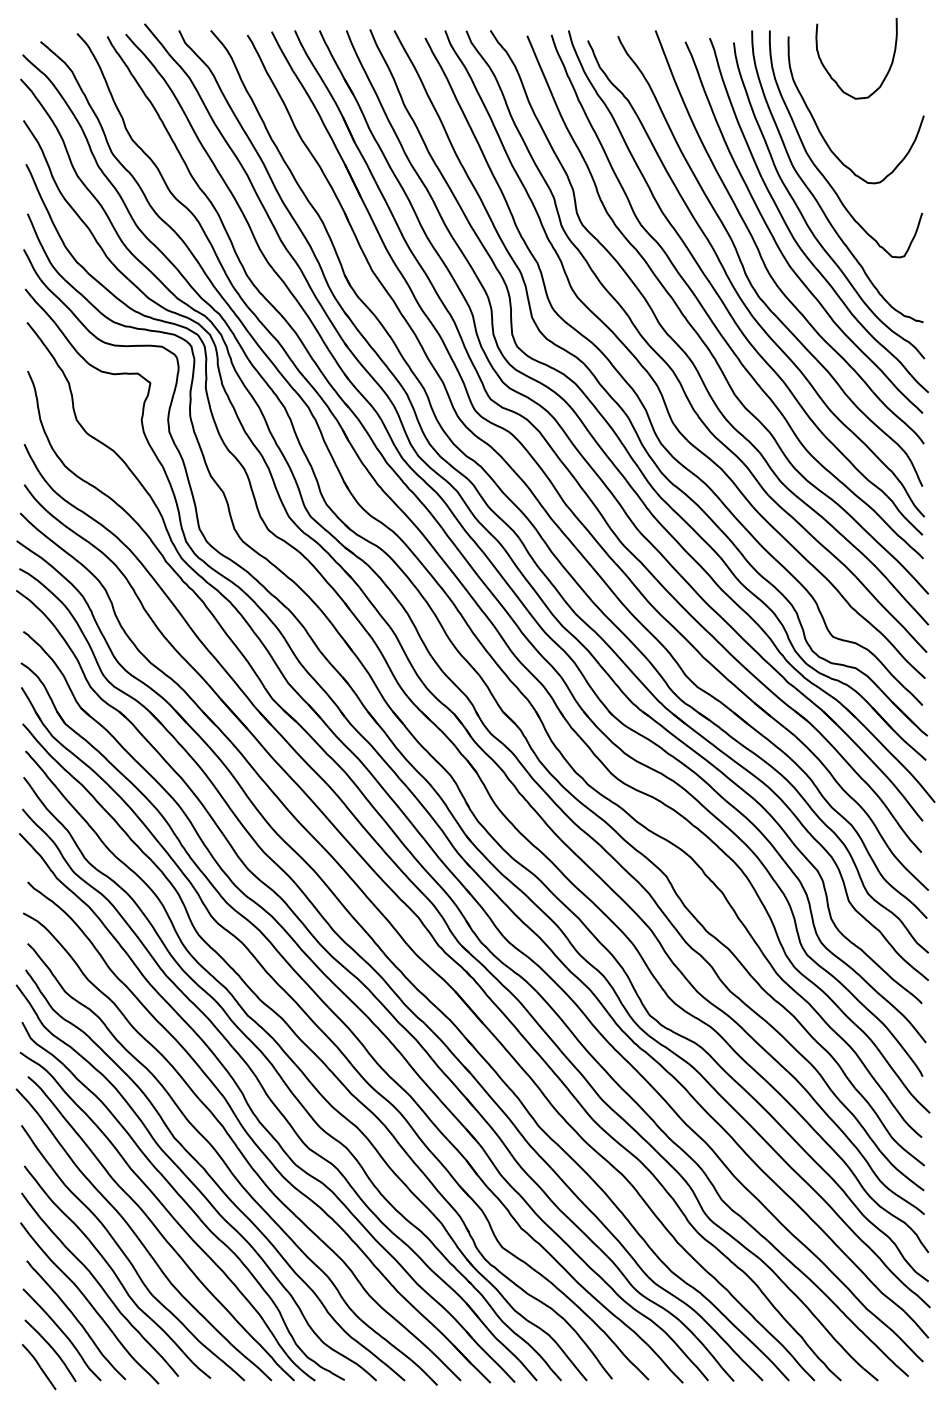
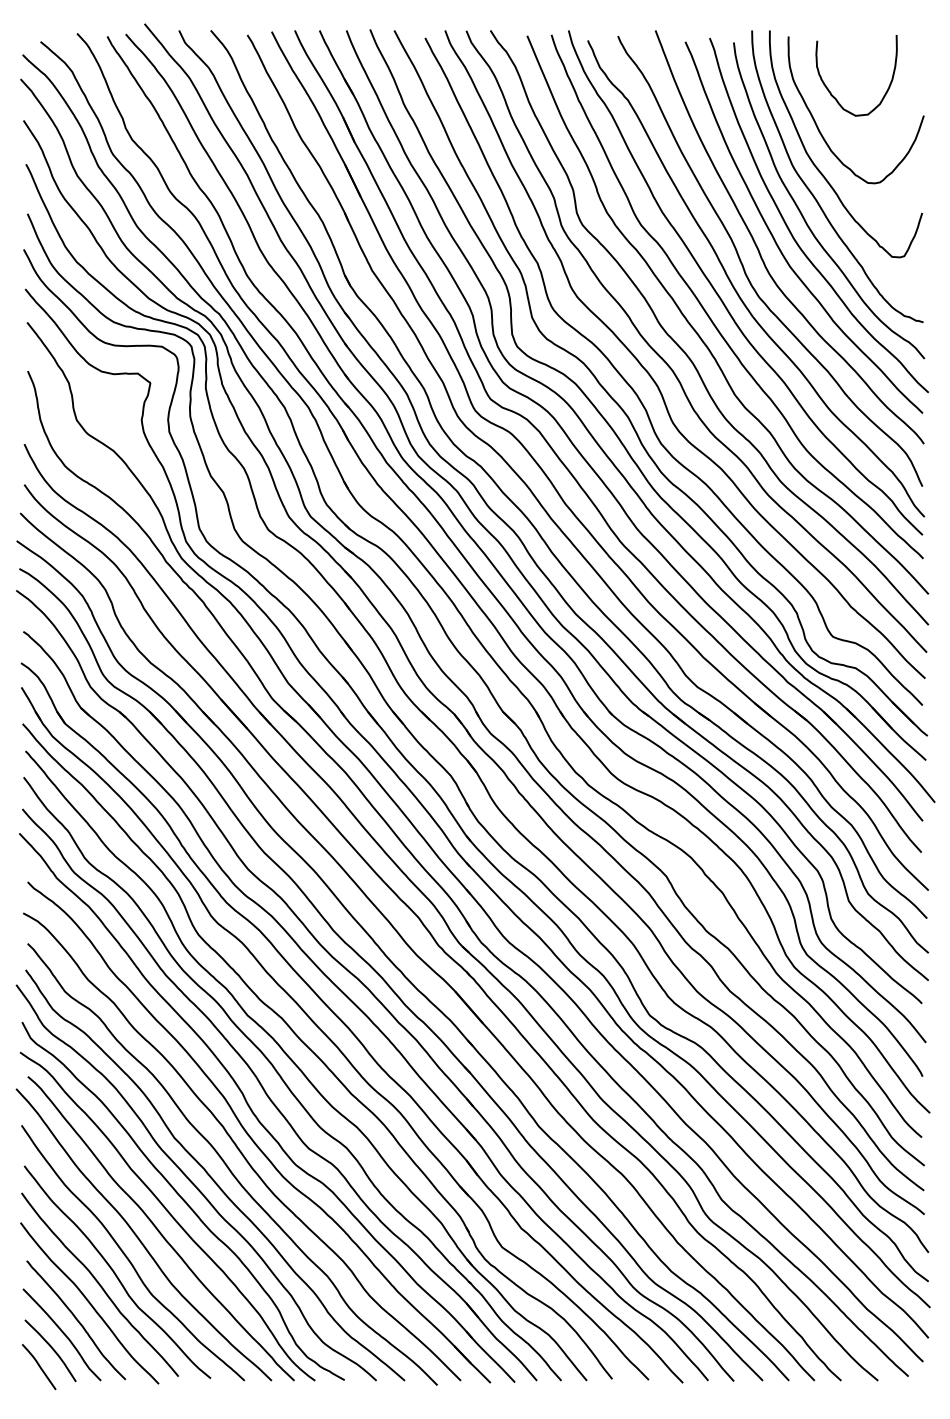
curve at (831, 75) position: (831, 75) -> (831, 92)
